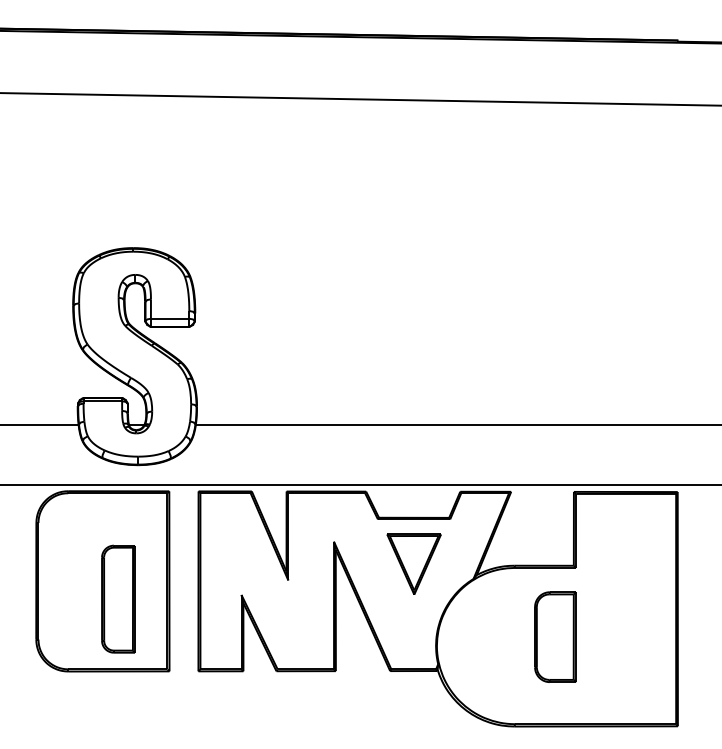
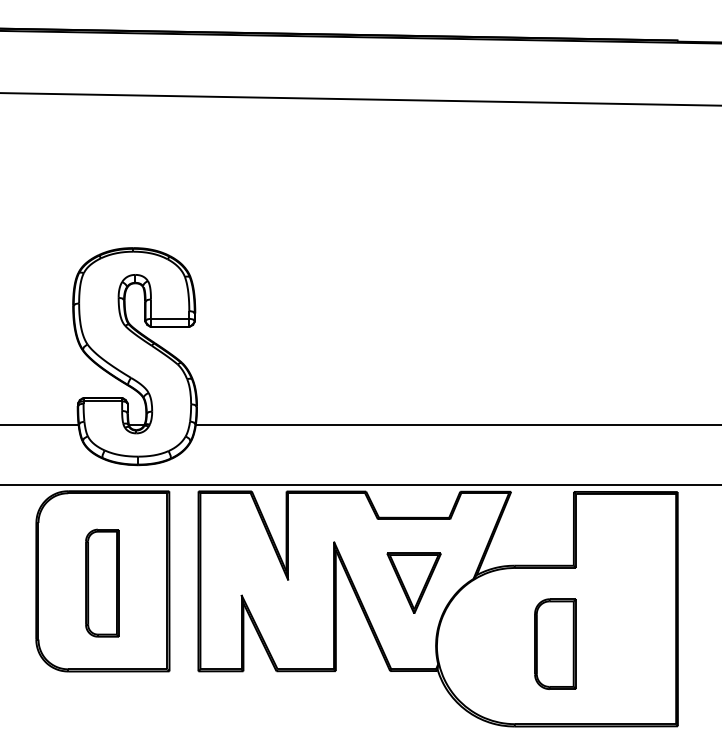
part at (413, 563) position: (413, 563) -> (413, 582)
part at (118, 598) position: (118, 598) -> (102, 582)
part at (555, 636) position: (555, 636) -> (555, 643)
